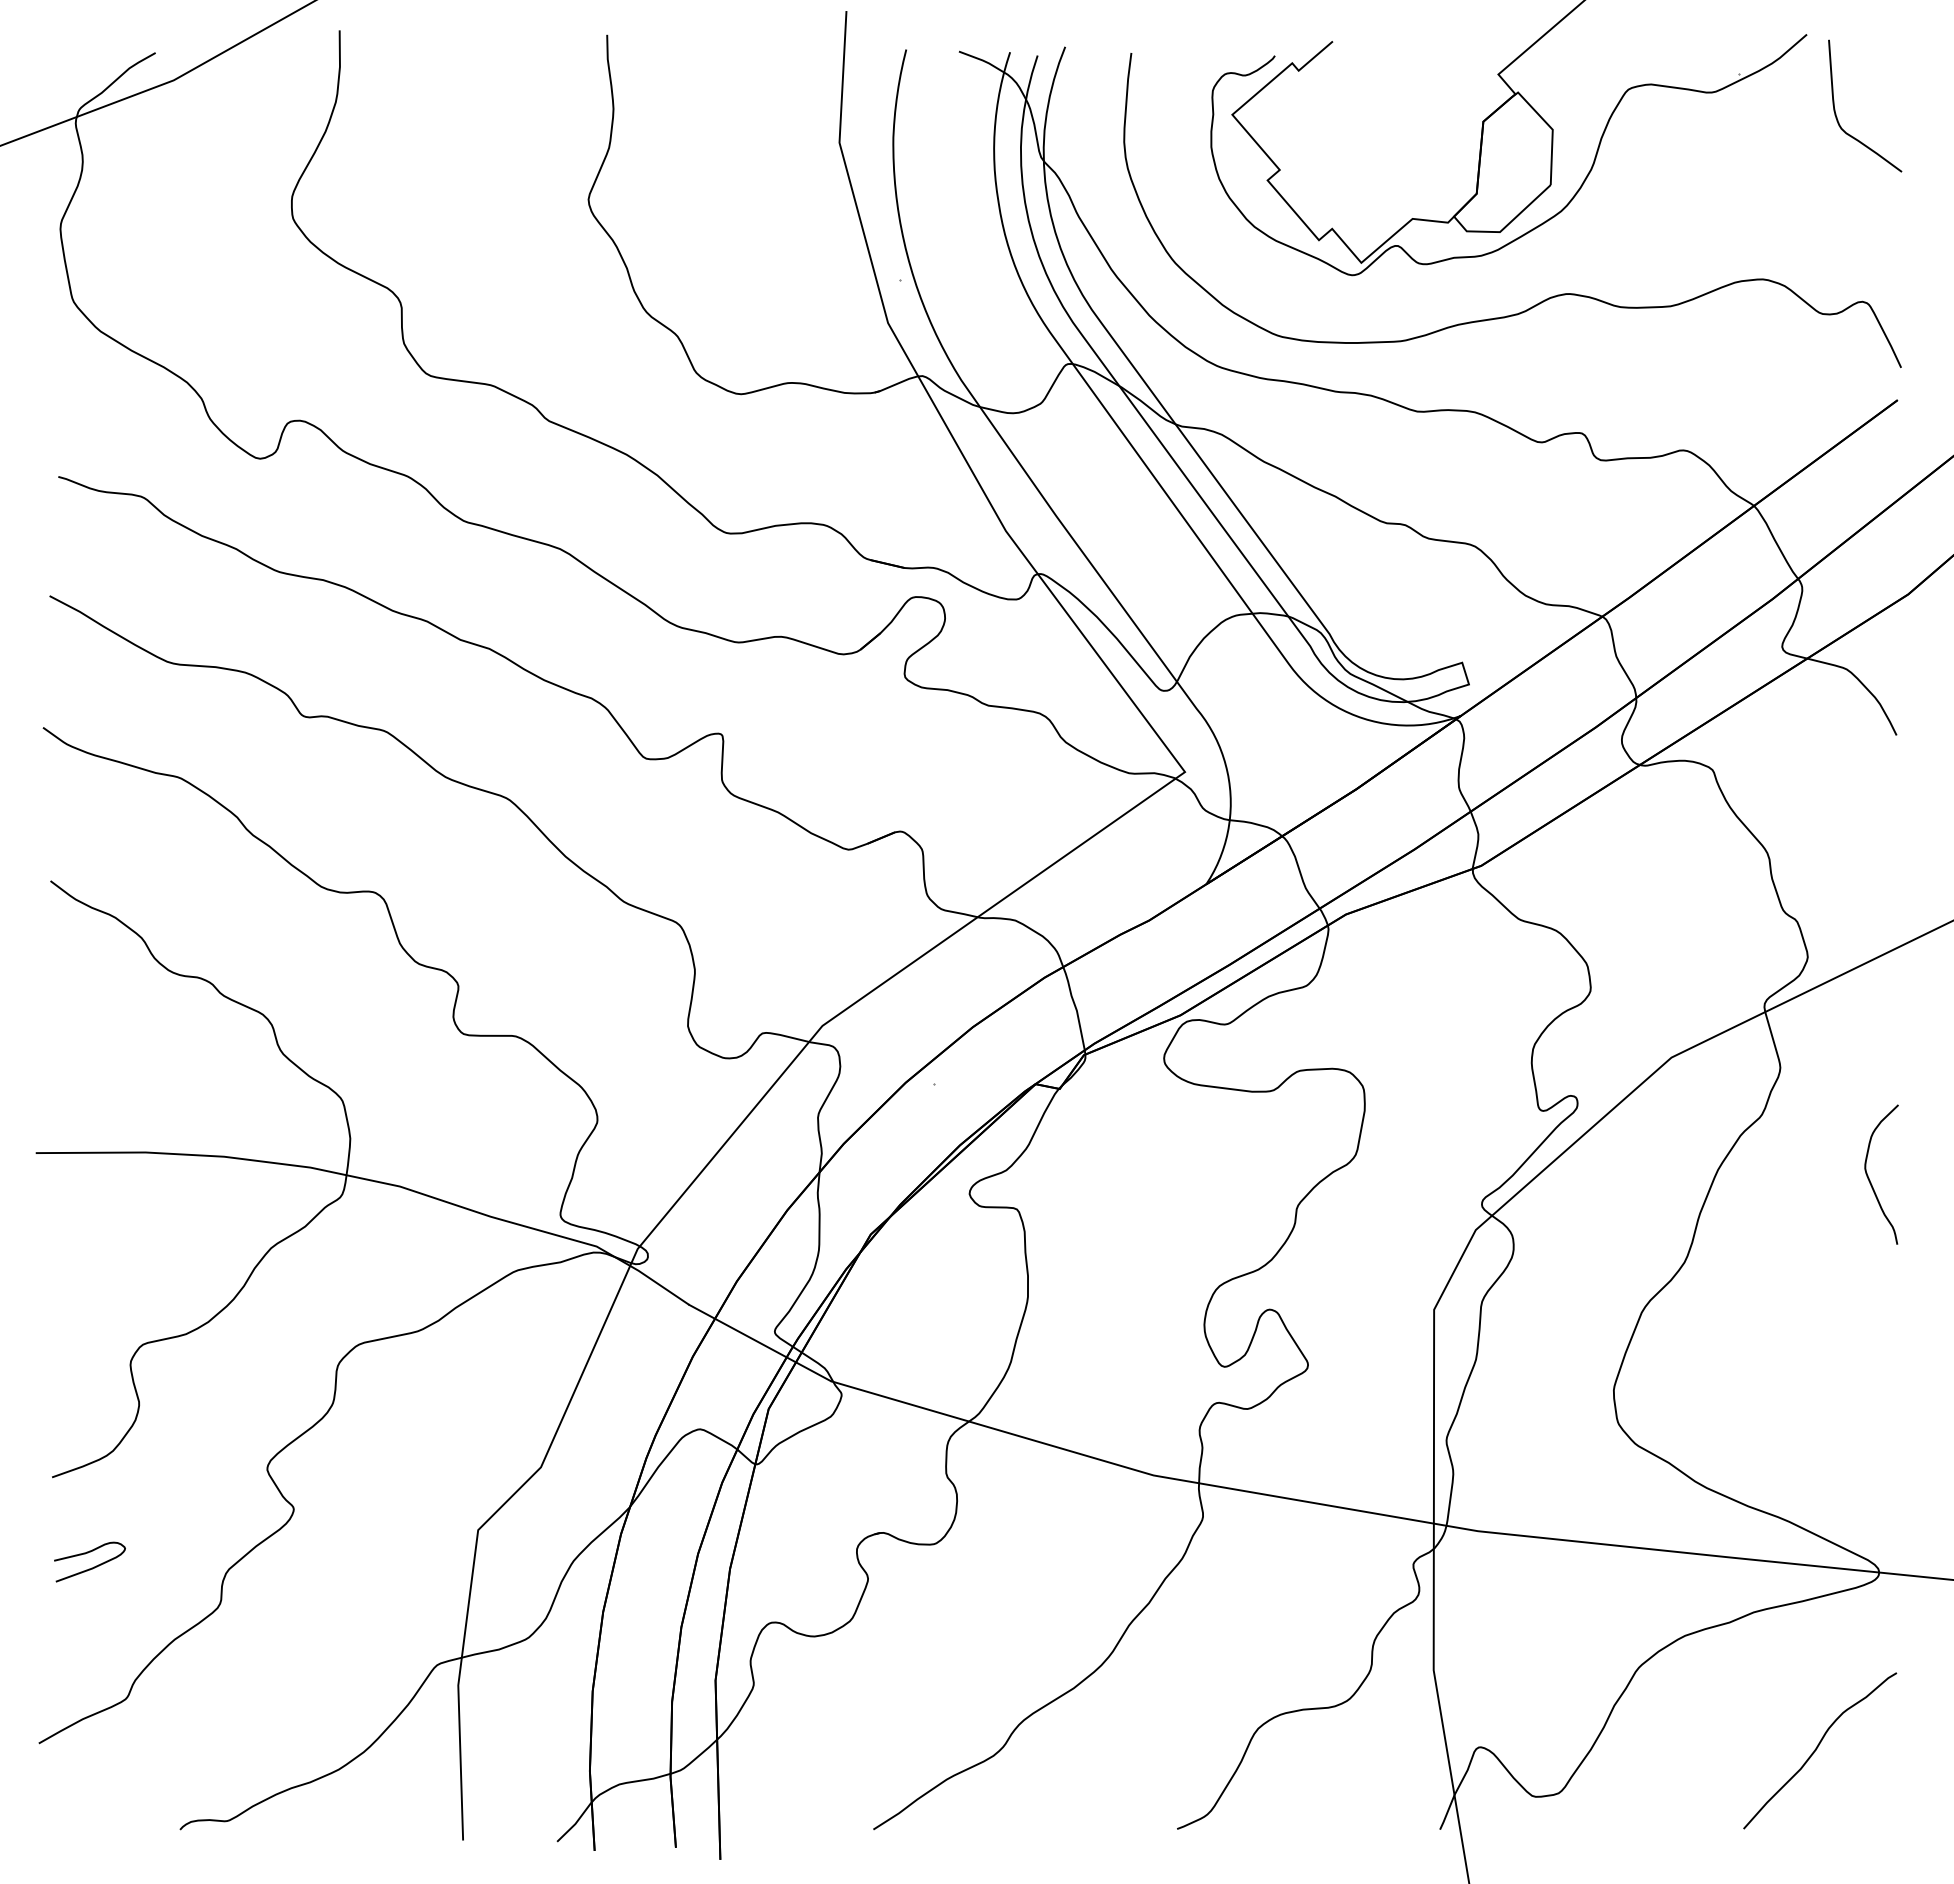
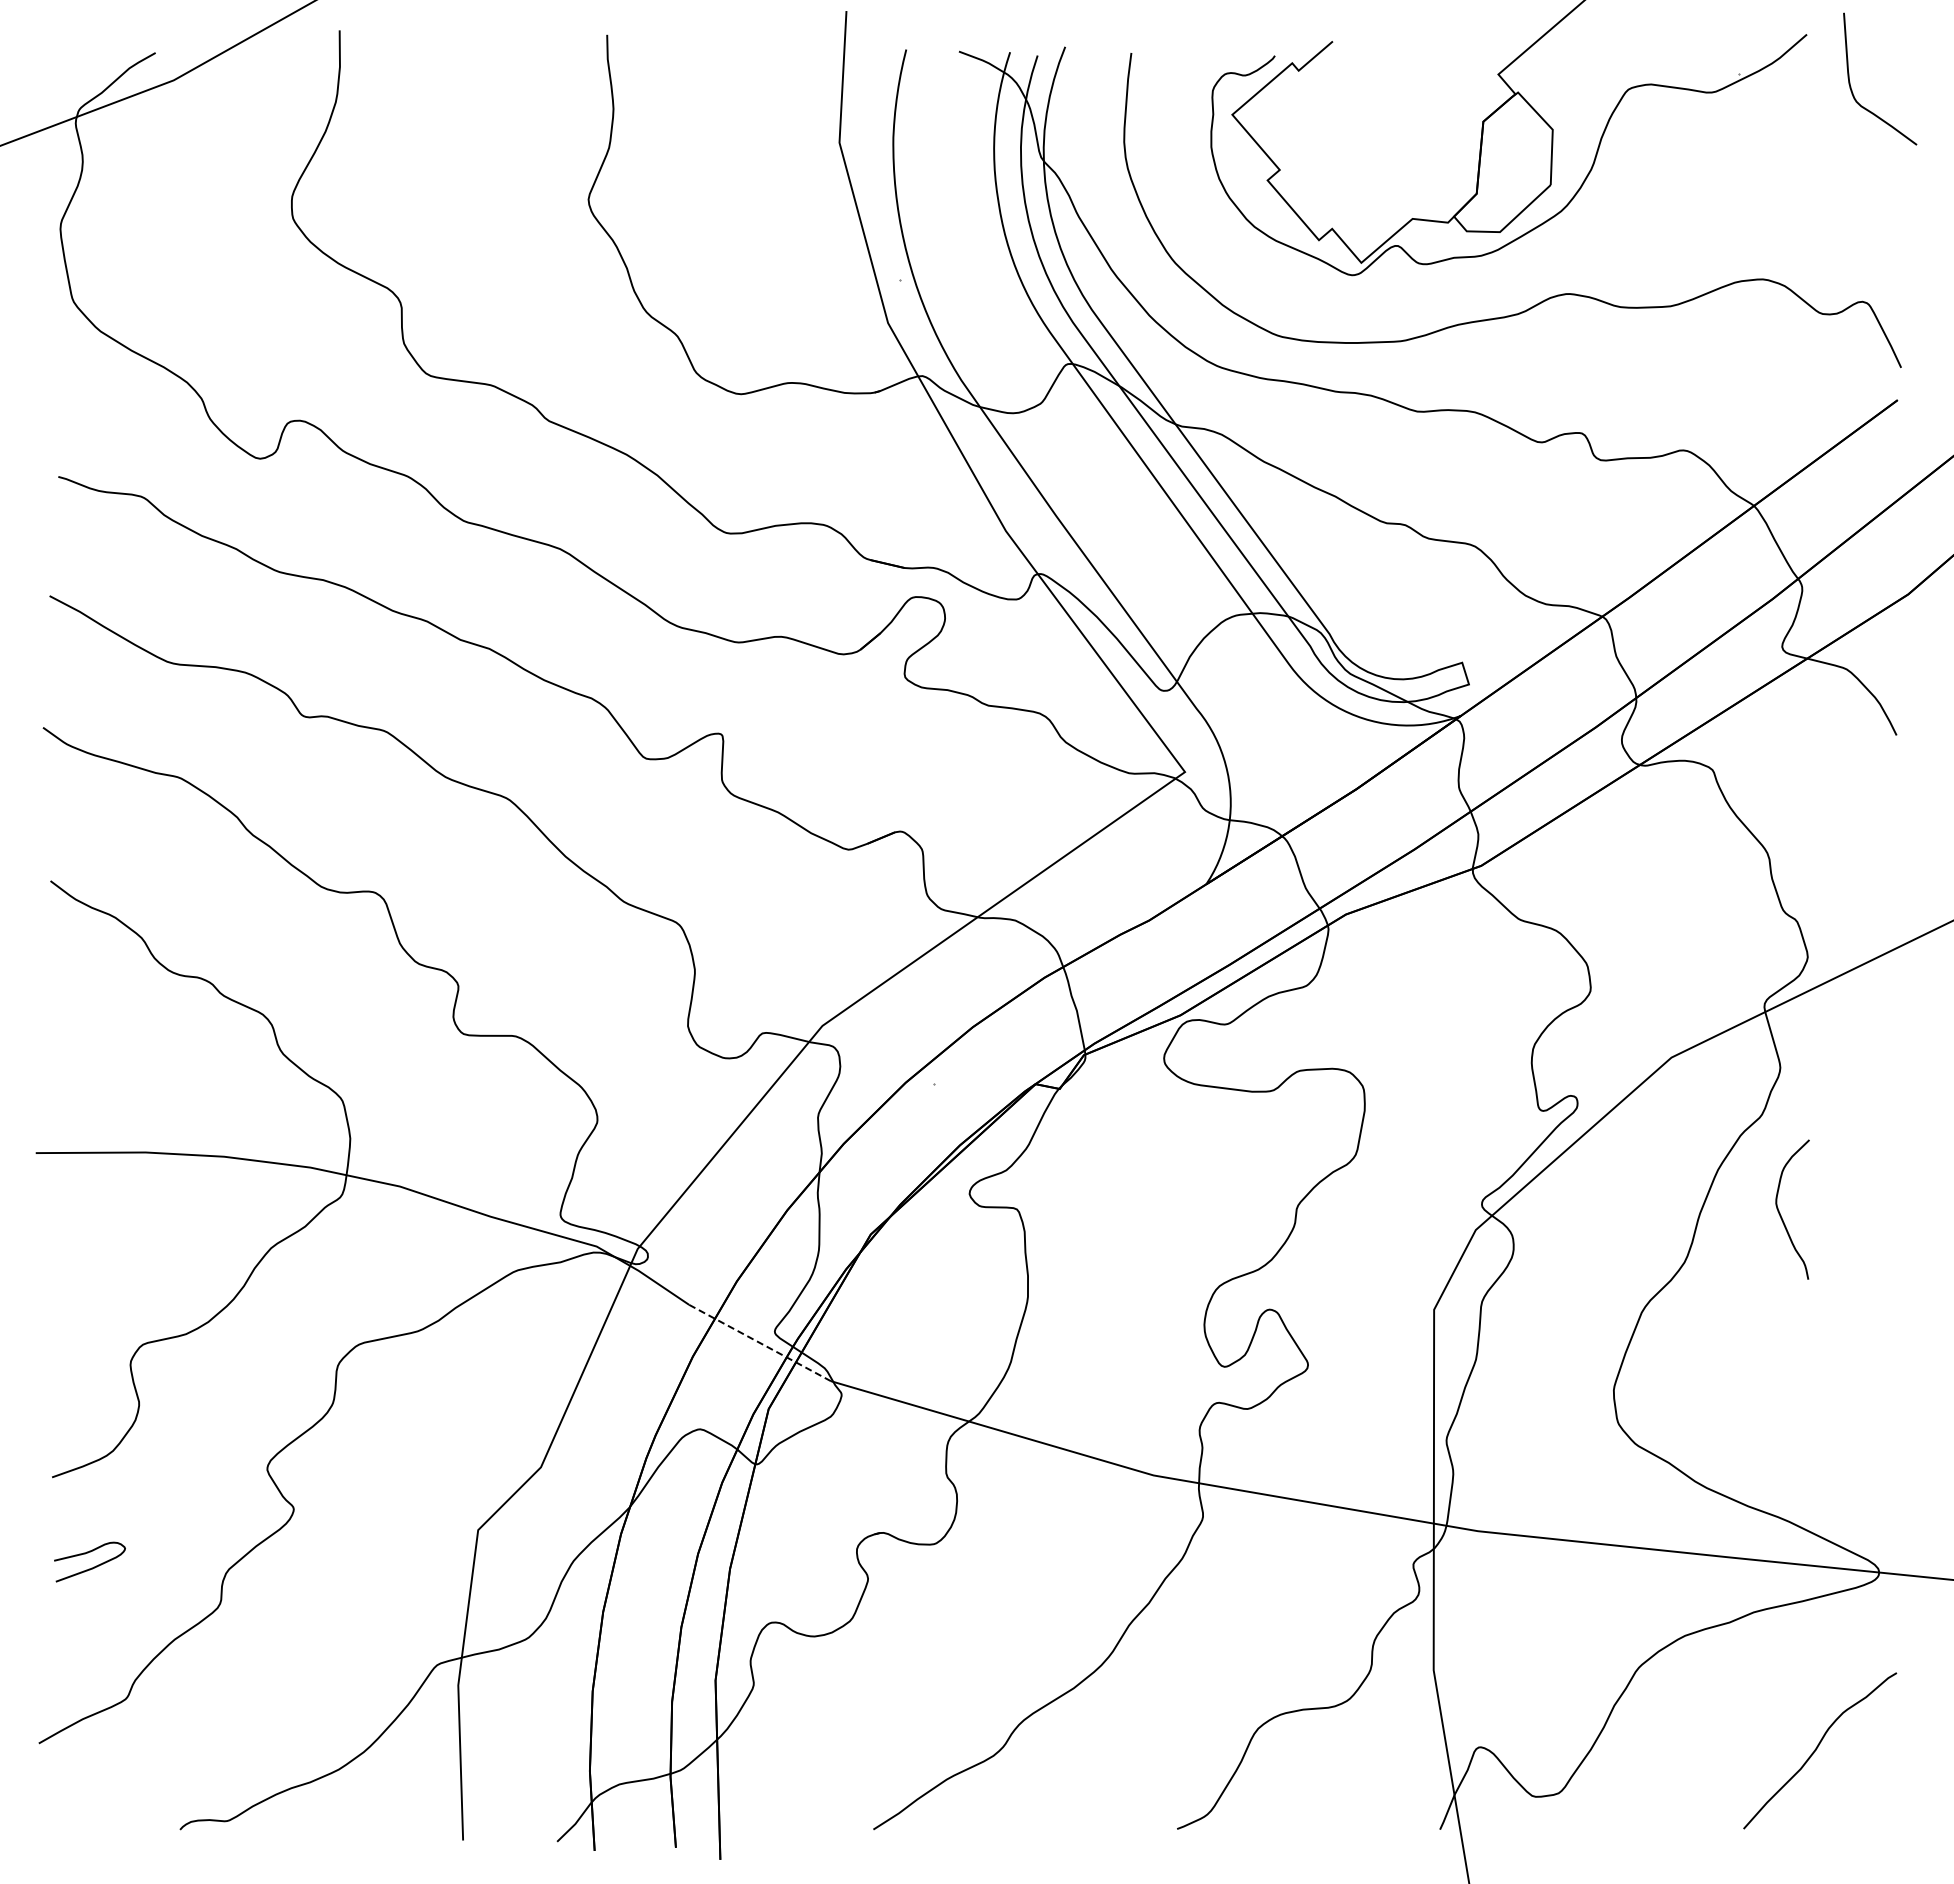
curve at (1836, 113) position: (1836, 113) -> (1851, 86)
curve at (1869, 1177) position: (1869, 1177) -> (1780, 1212)
line at (760, 1343): solid -> dashed
